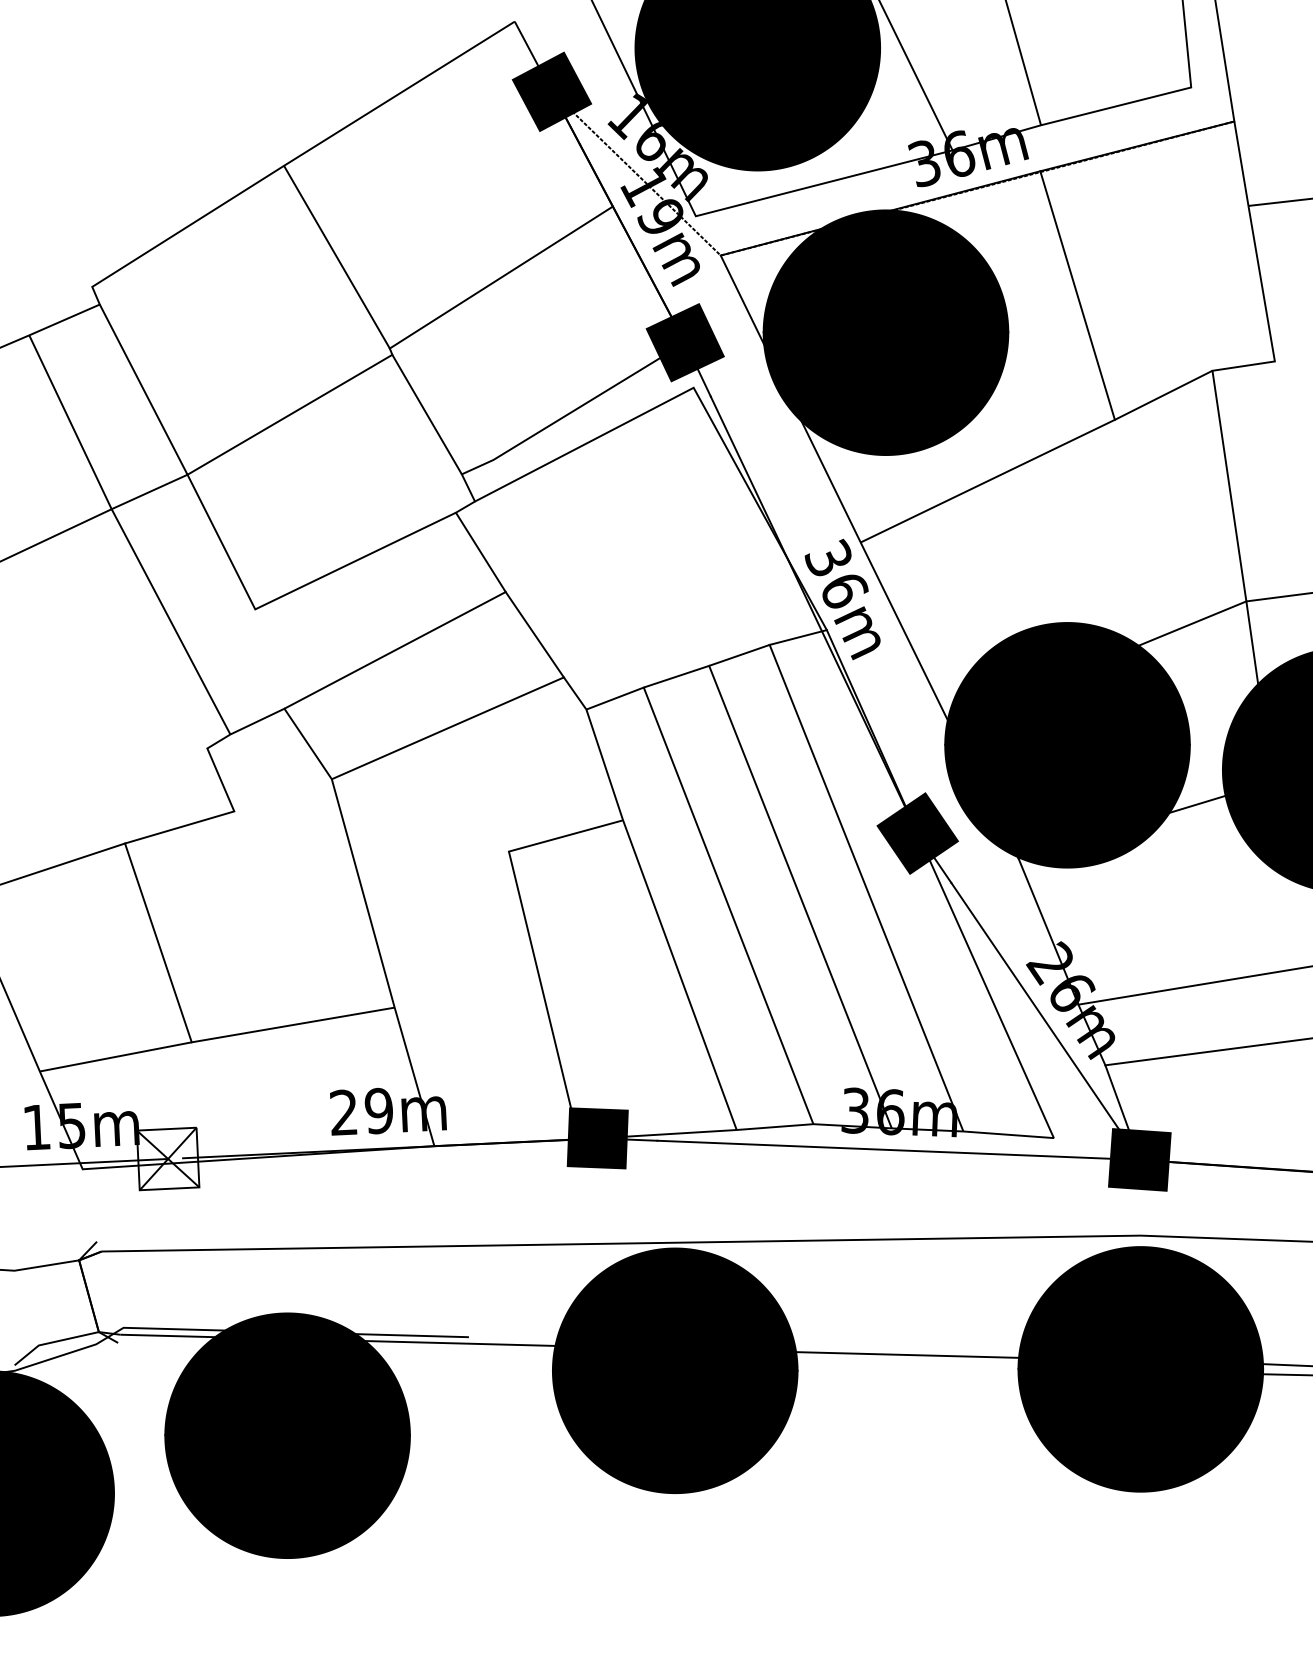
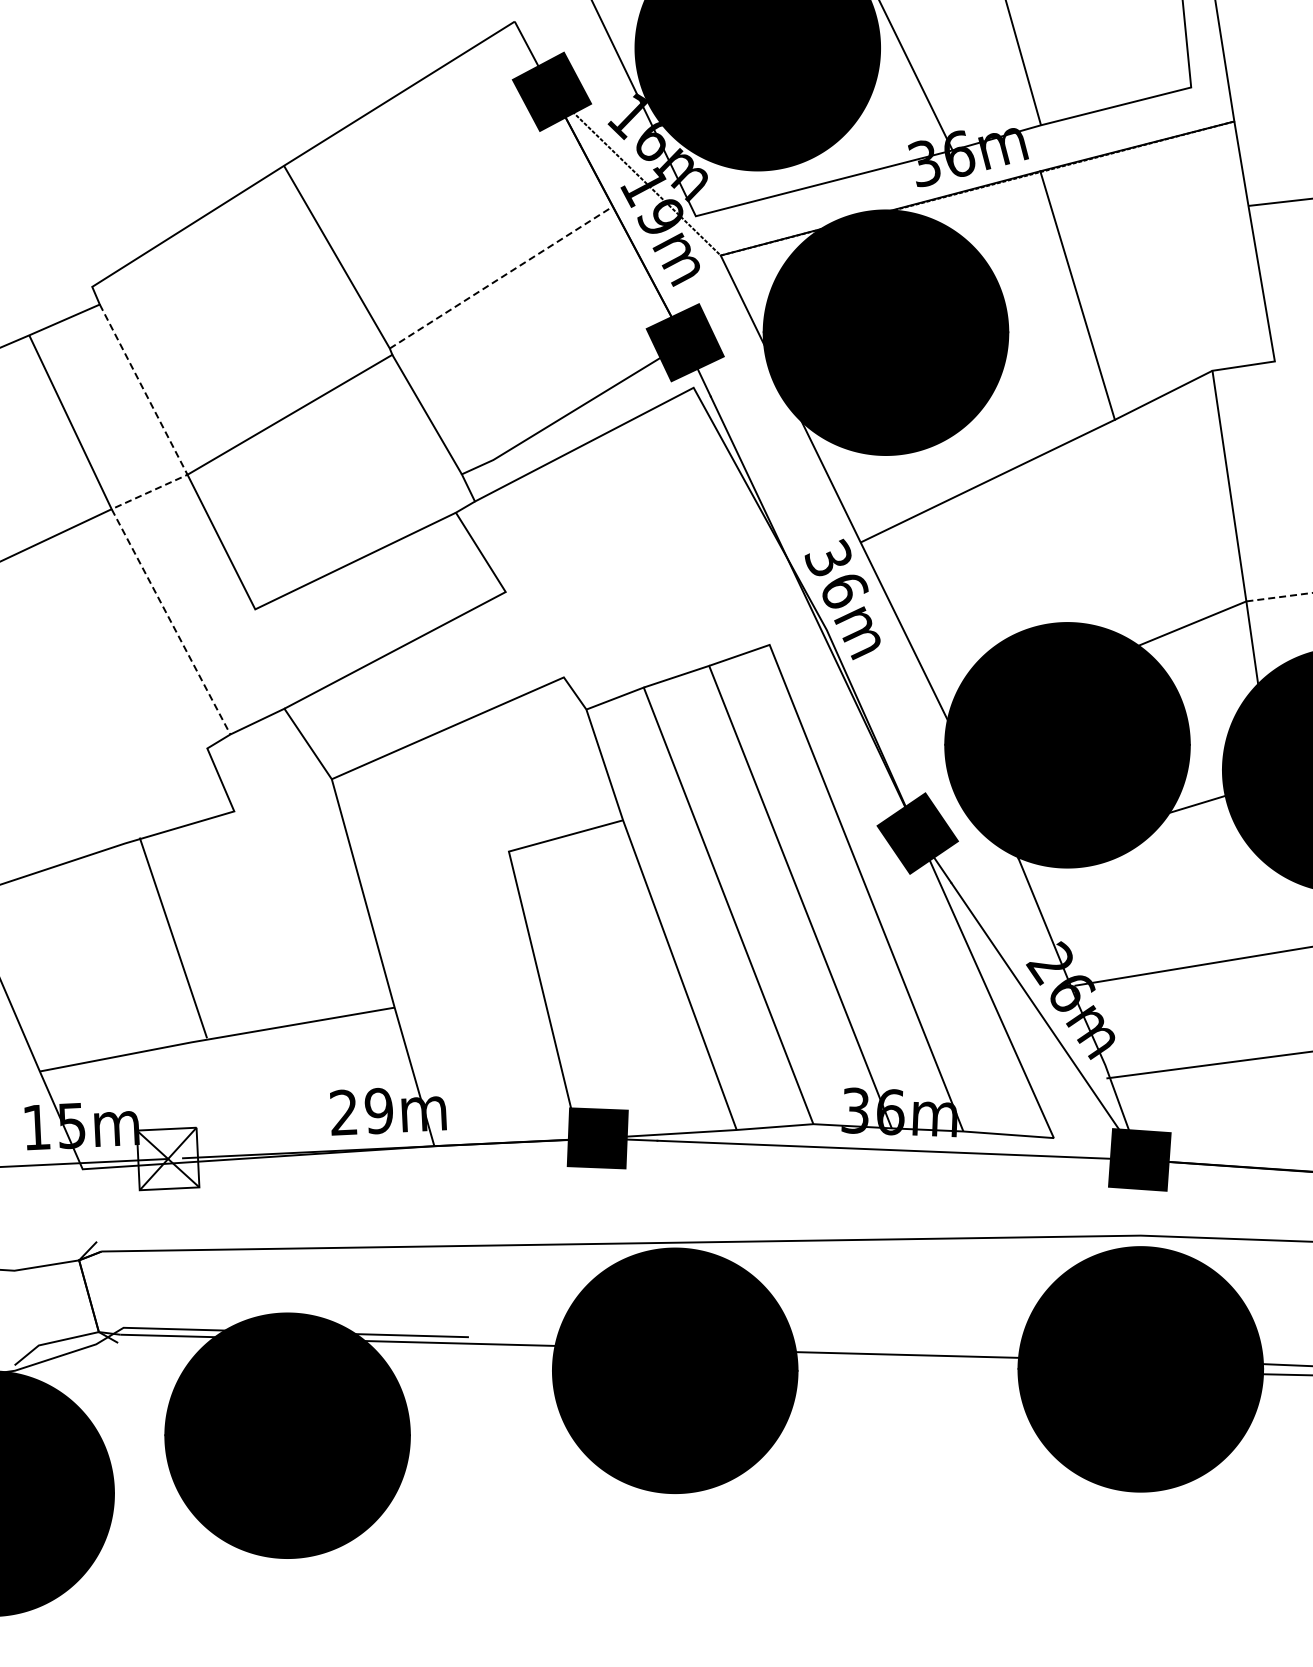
line at (501, 277): solid -> dashed
line at (120, 505): solid -> dashed
line at (1279, 597): solid -> dashed
line at (534, 634): present -> none
line at (797, 637): present -> none
line at (158, 942) position: (158, 942) -> (173, 937)
line at (1193, 985) position: (1193, 985) -> (1192, 966)
line at (1207, 1051) position: (1207, 1051) -> (1208, 1065)
